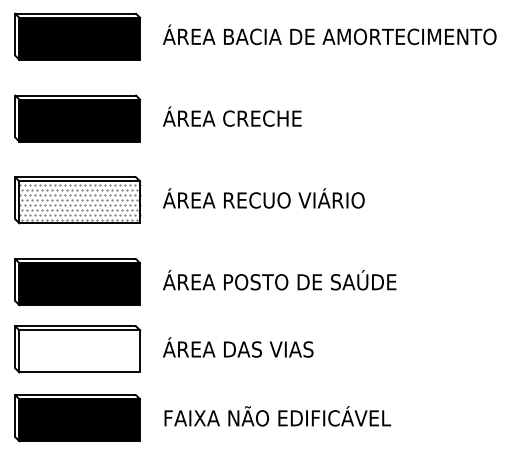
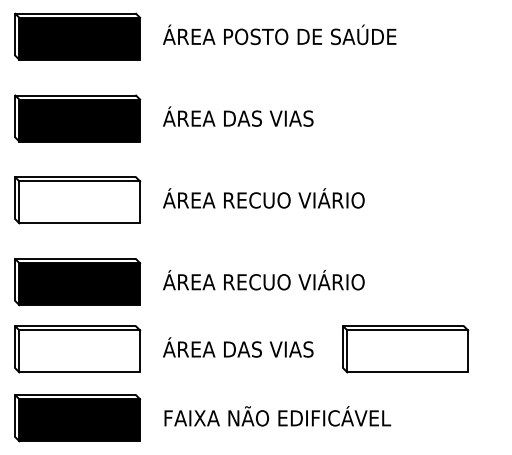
text at (360, 34): ÁREA BACIA DE AMORTECIMENTO -> ÁREA POSTO DE SAÚDE
text at (268, 118): ÁREA CRECHE -> ÁREA DAS VIAS
hatch at (79, 201): present -> none
text at (311, 280): ÁREA POSTO DE SAÚDE -> ÁREA RECUO VIÁRIO
part at (405, 349): none -> present
